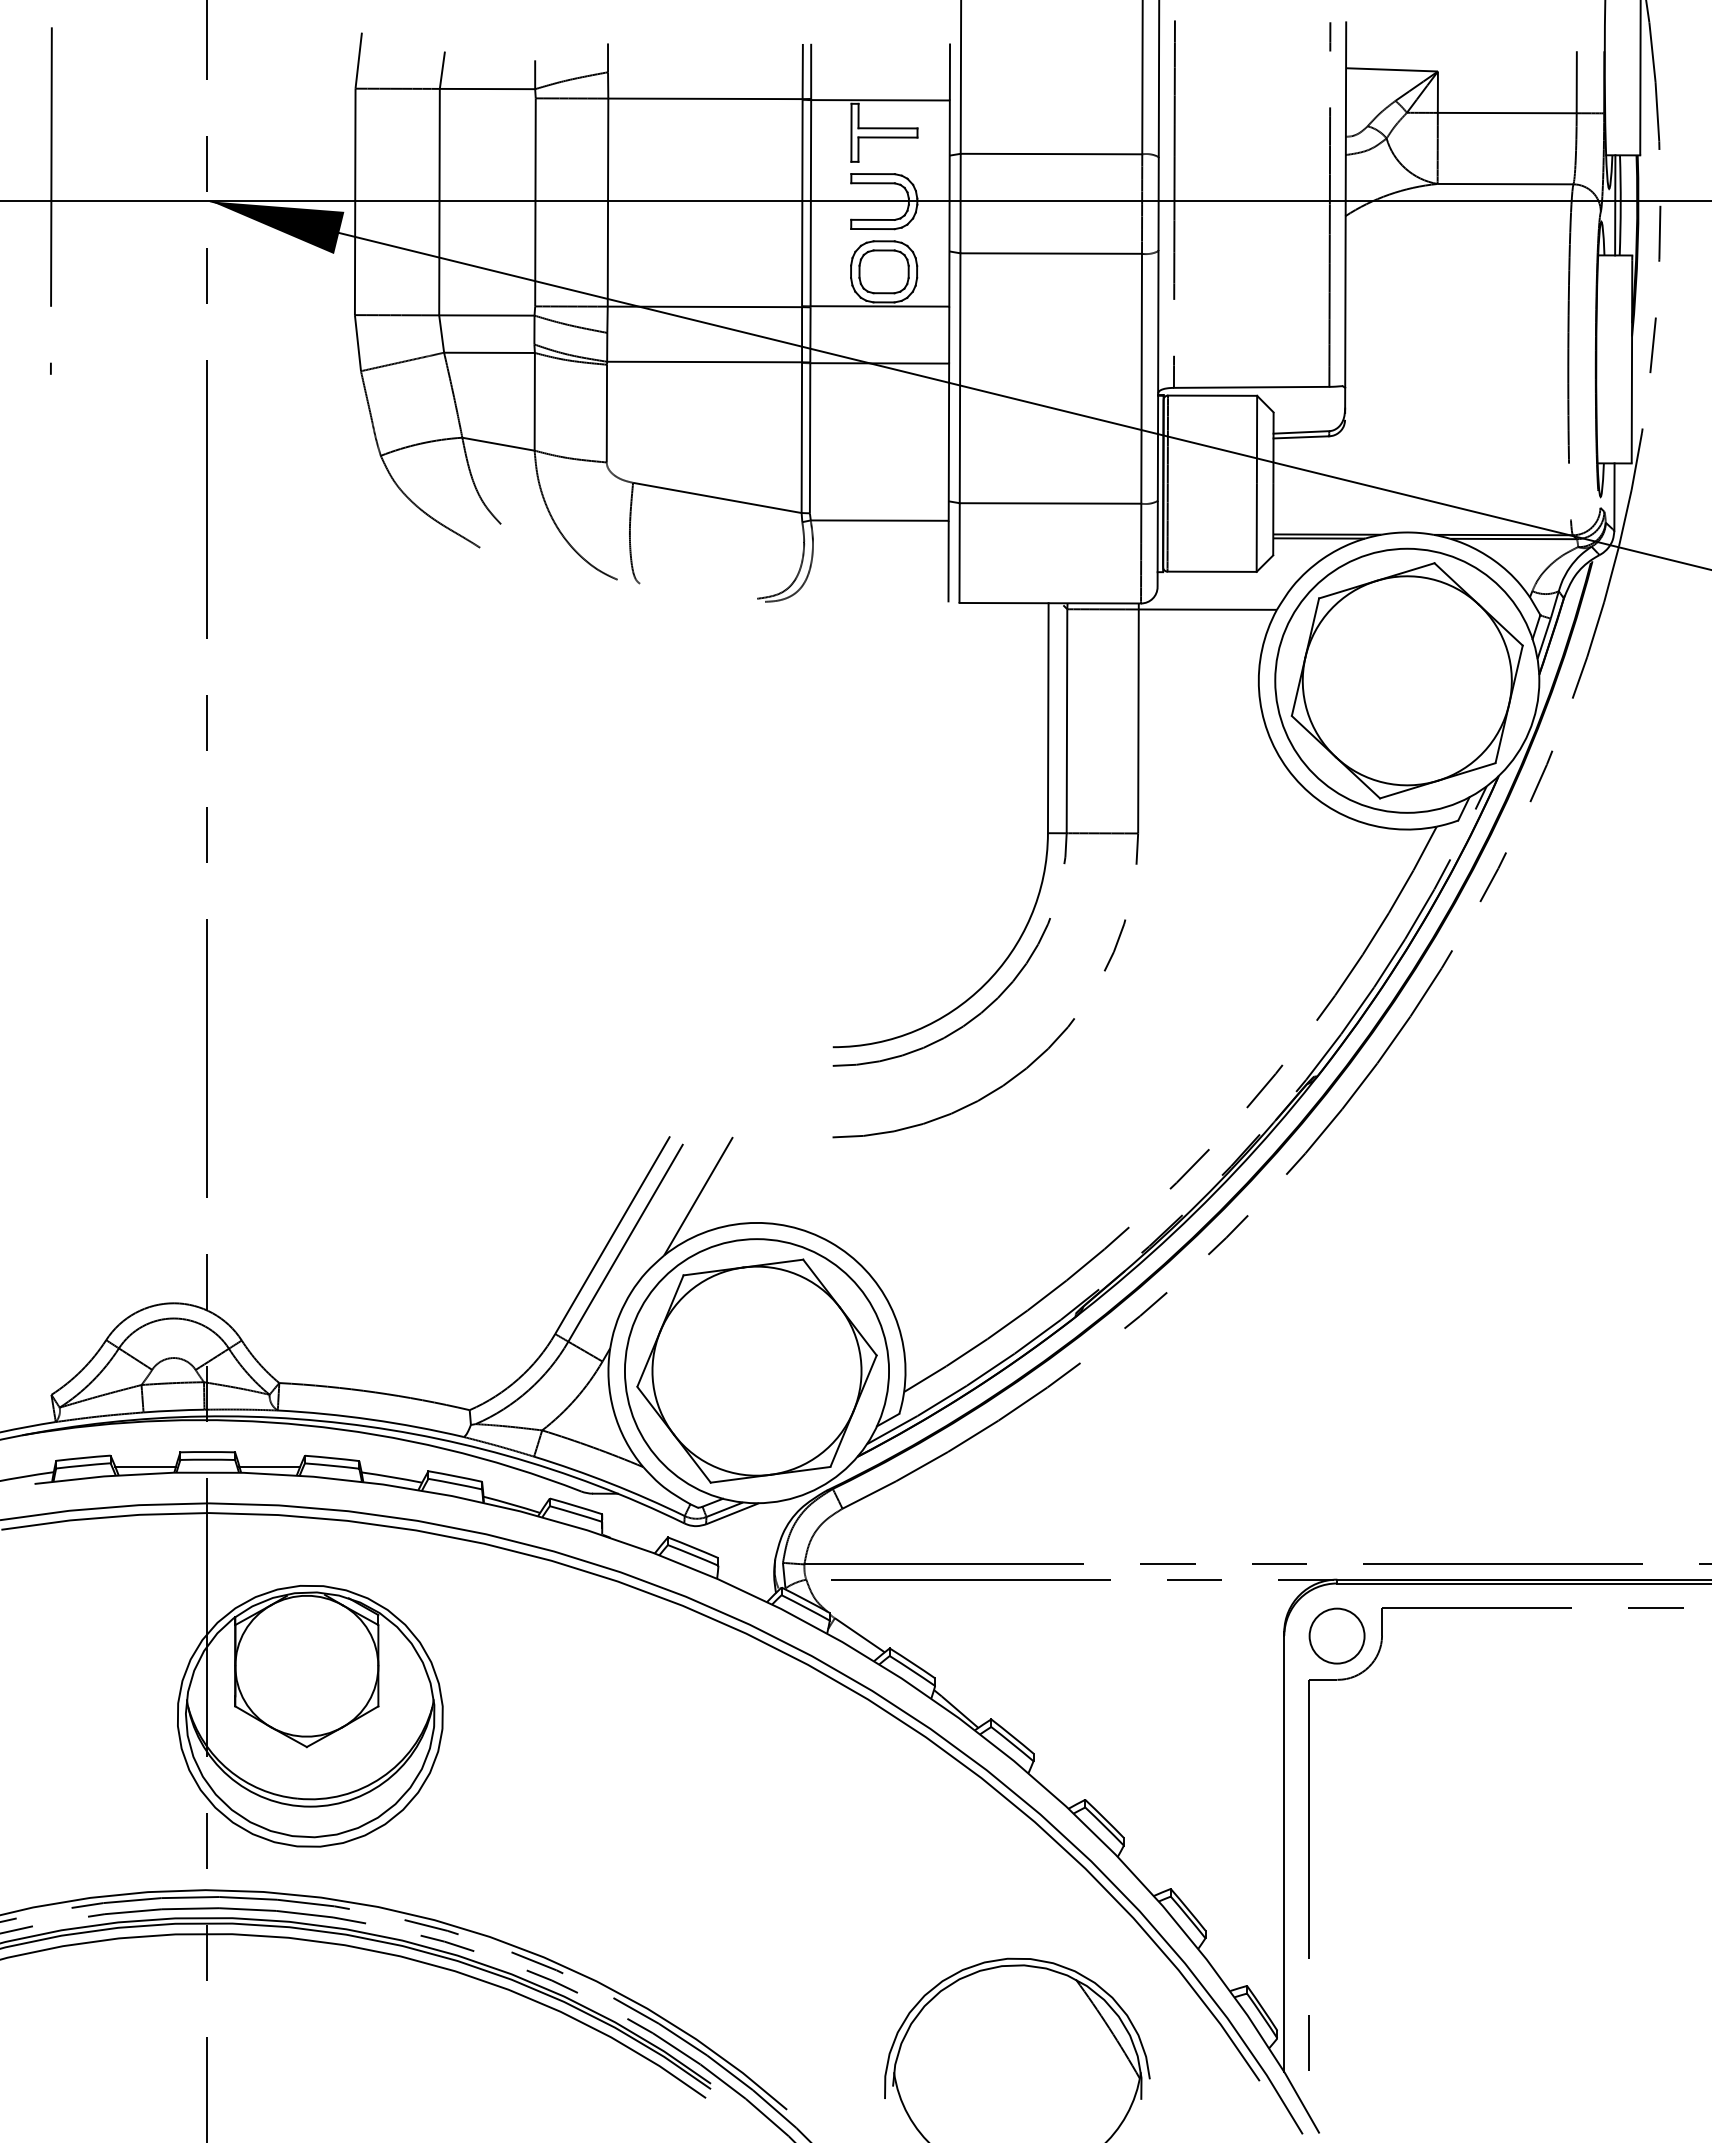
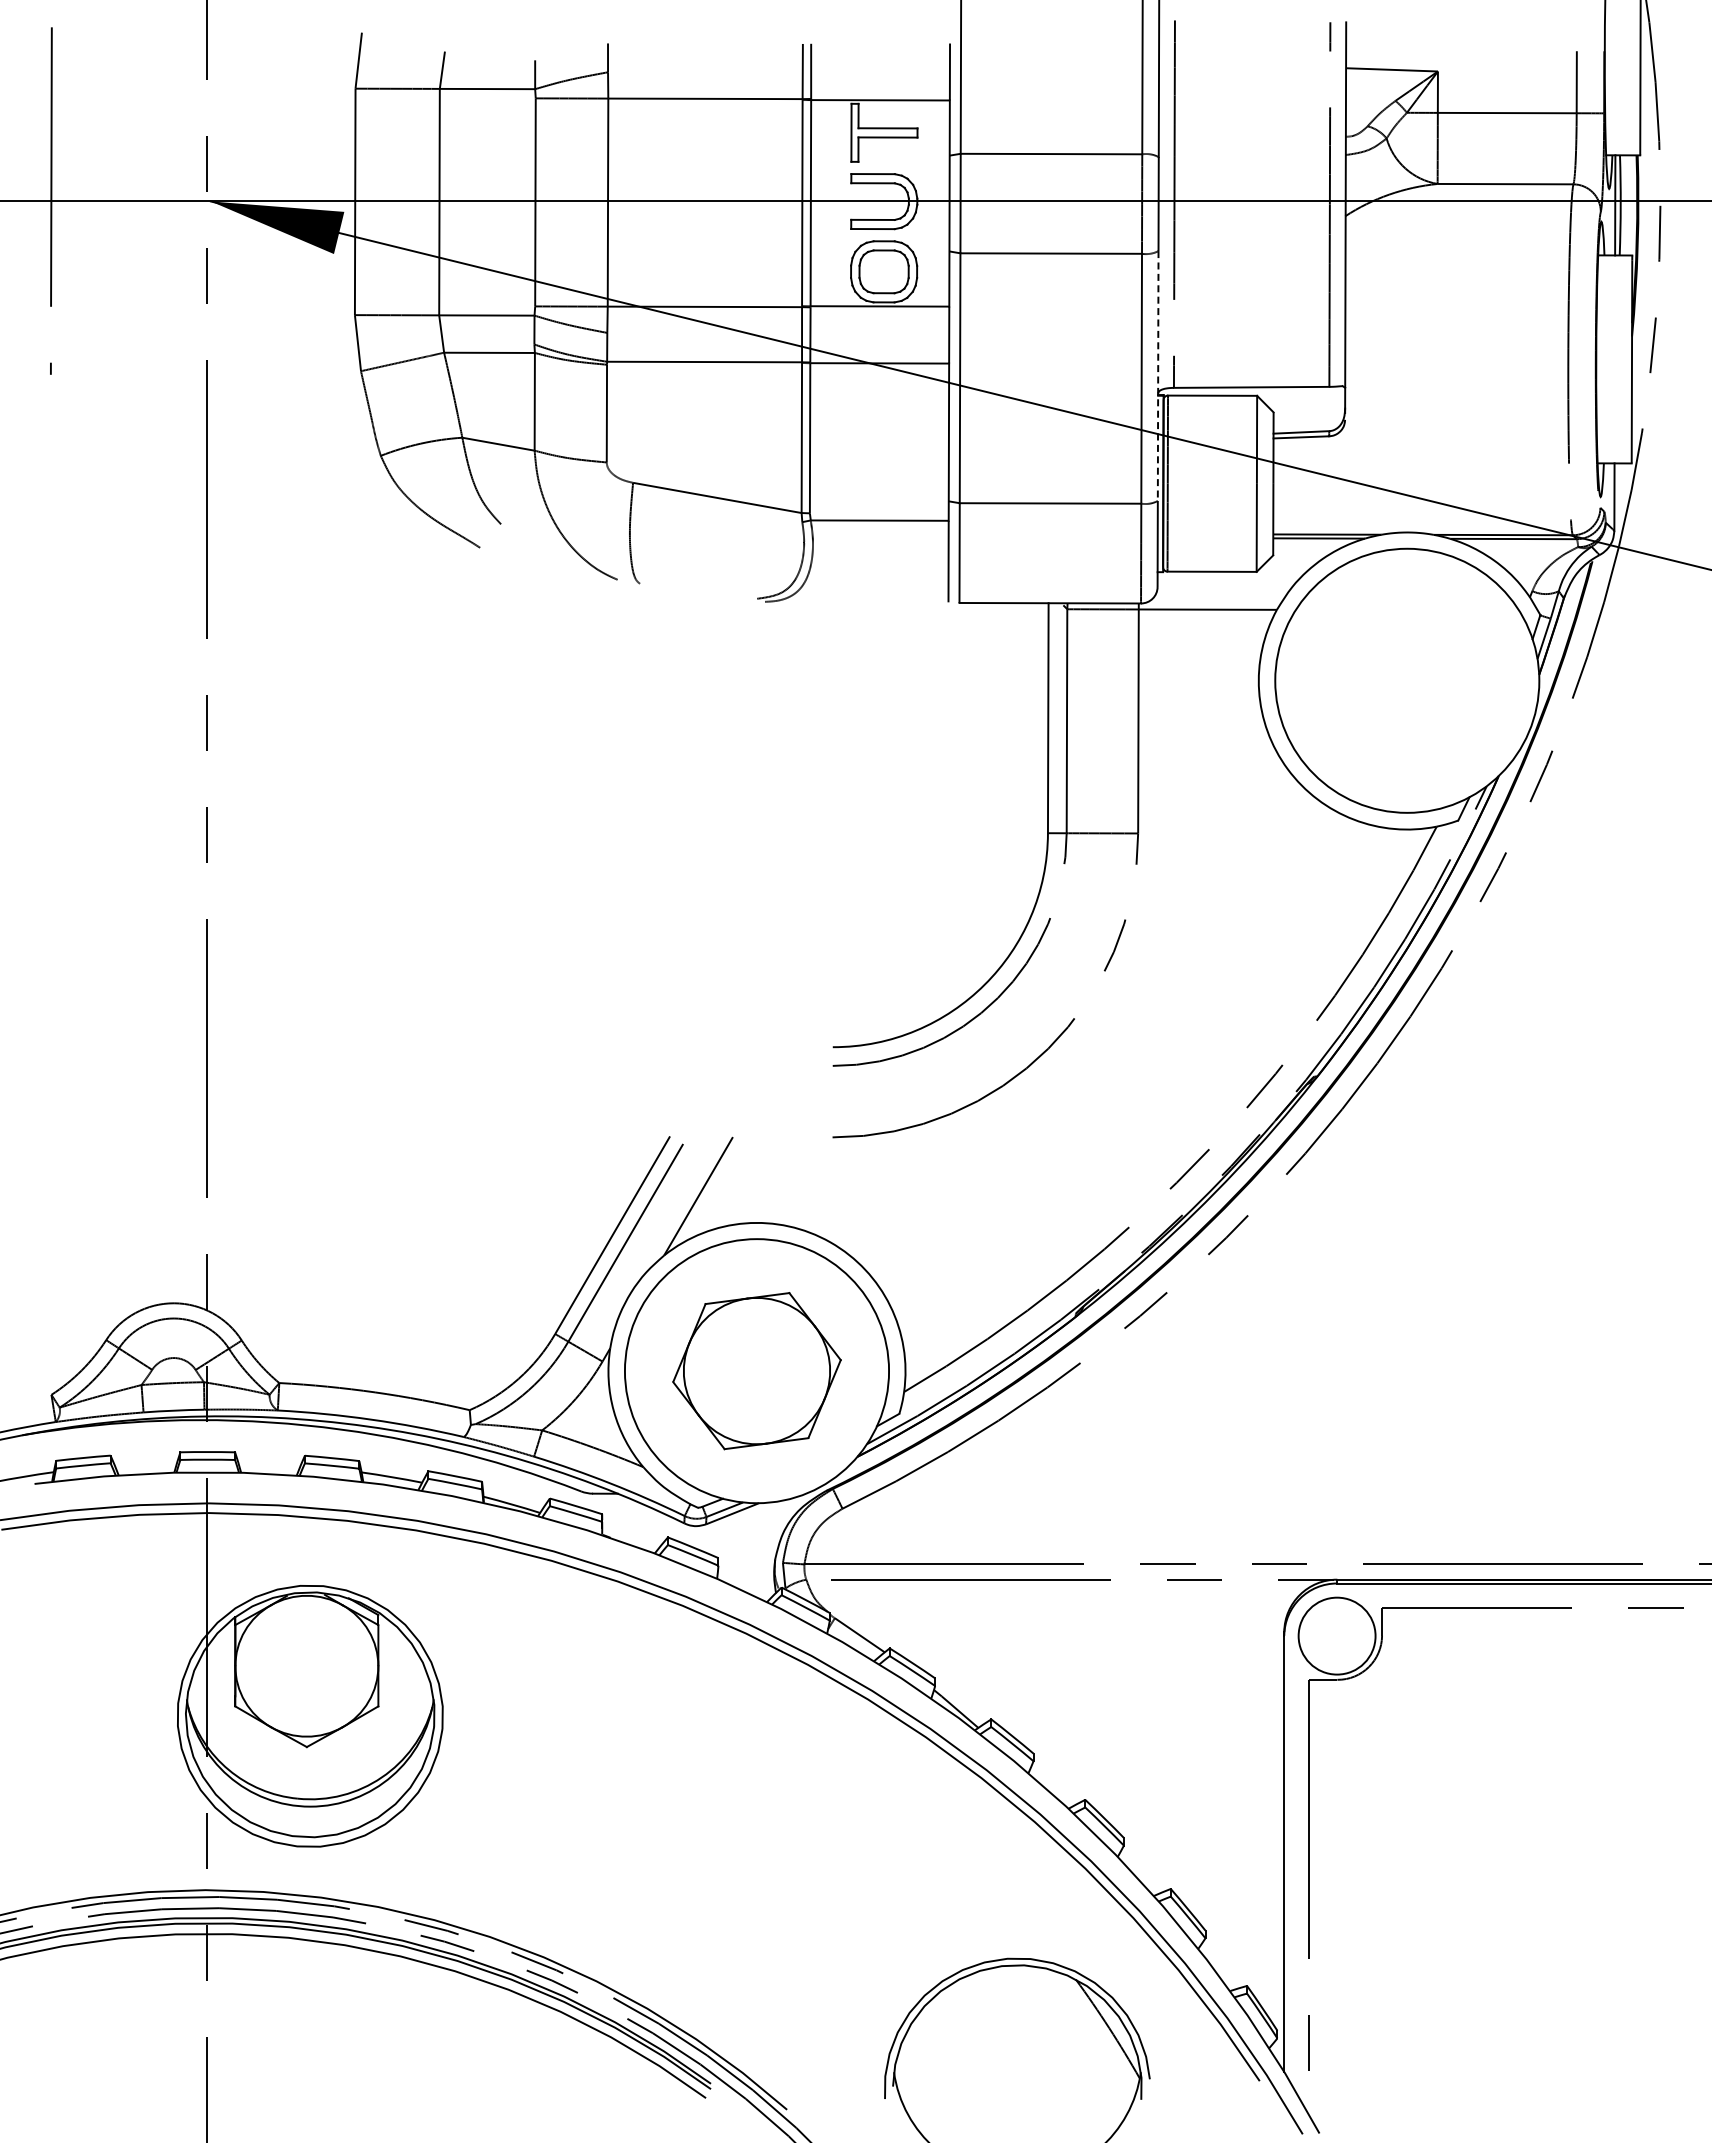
line at (1158, 376): solid -> dashed
part at (1406, 680): present -> none
part at (756, 1370) size: 242x226 px -> 170x159 px
line at (145, 1466): present -> none
line at (269, 1466): present -> none
circle at (1336, 1635) diameter: 55 px -> 77 px
